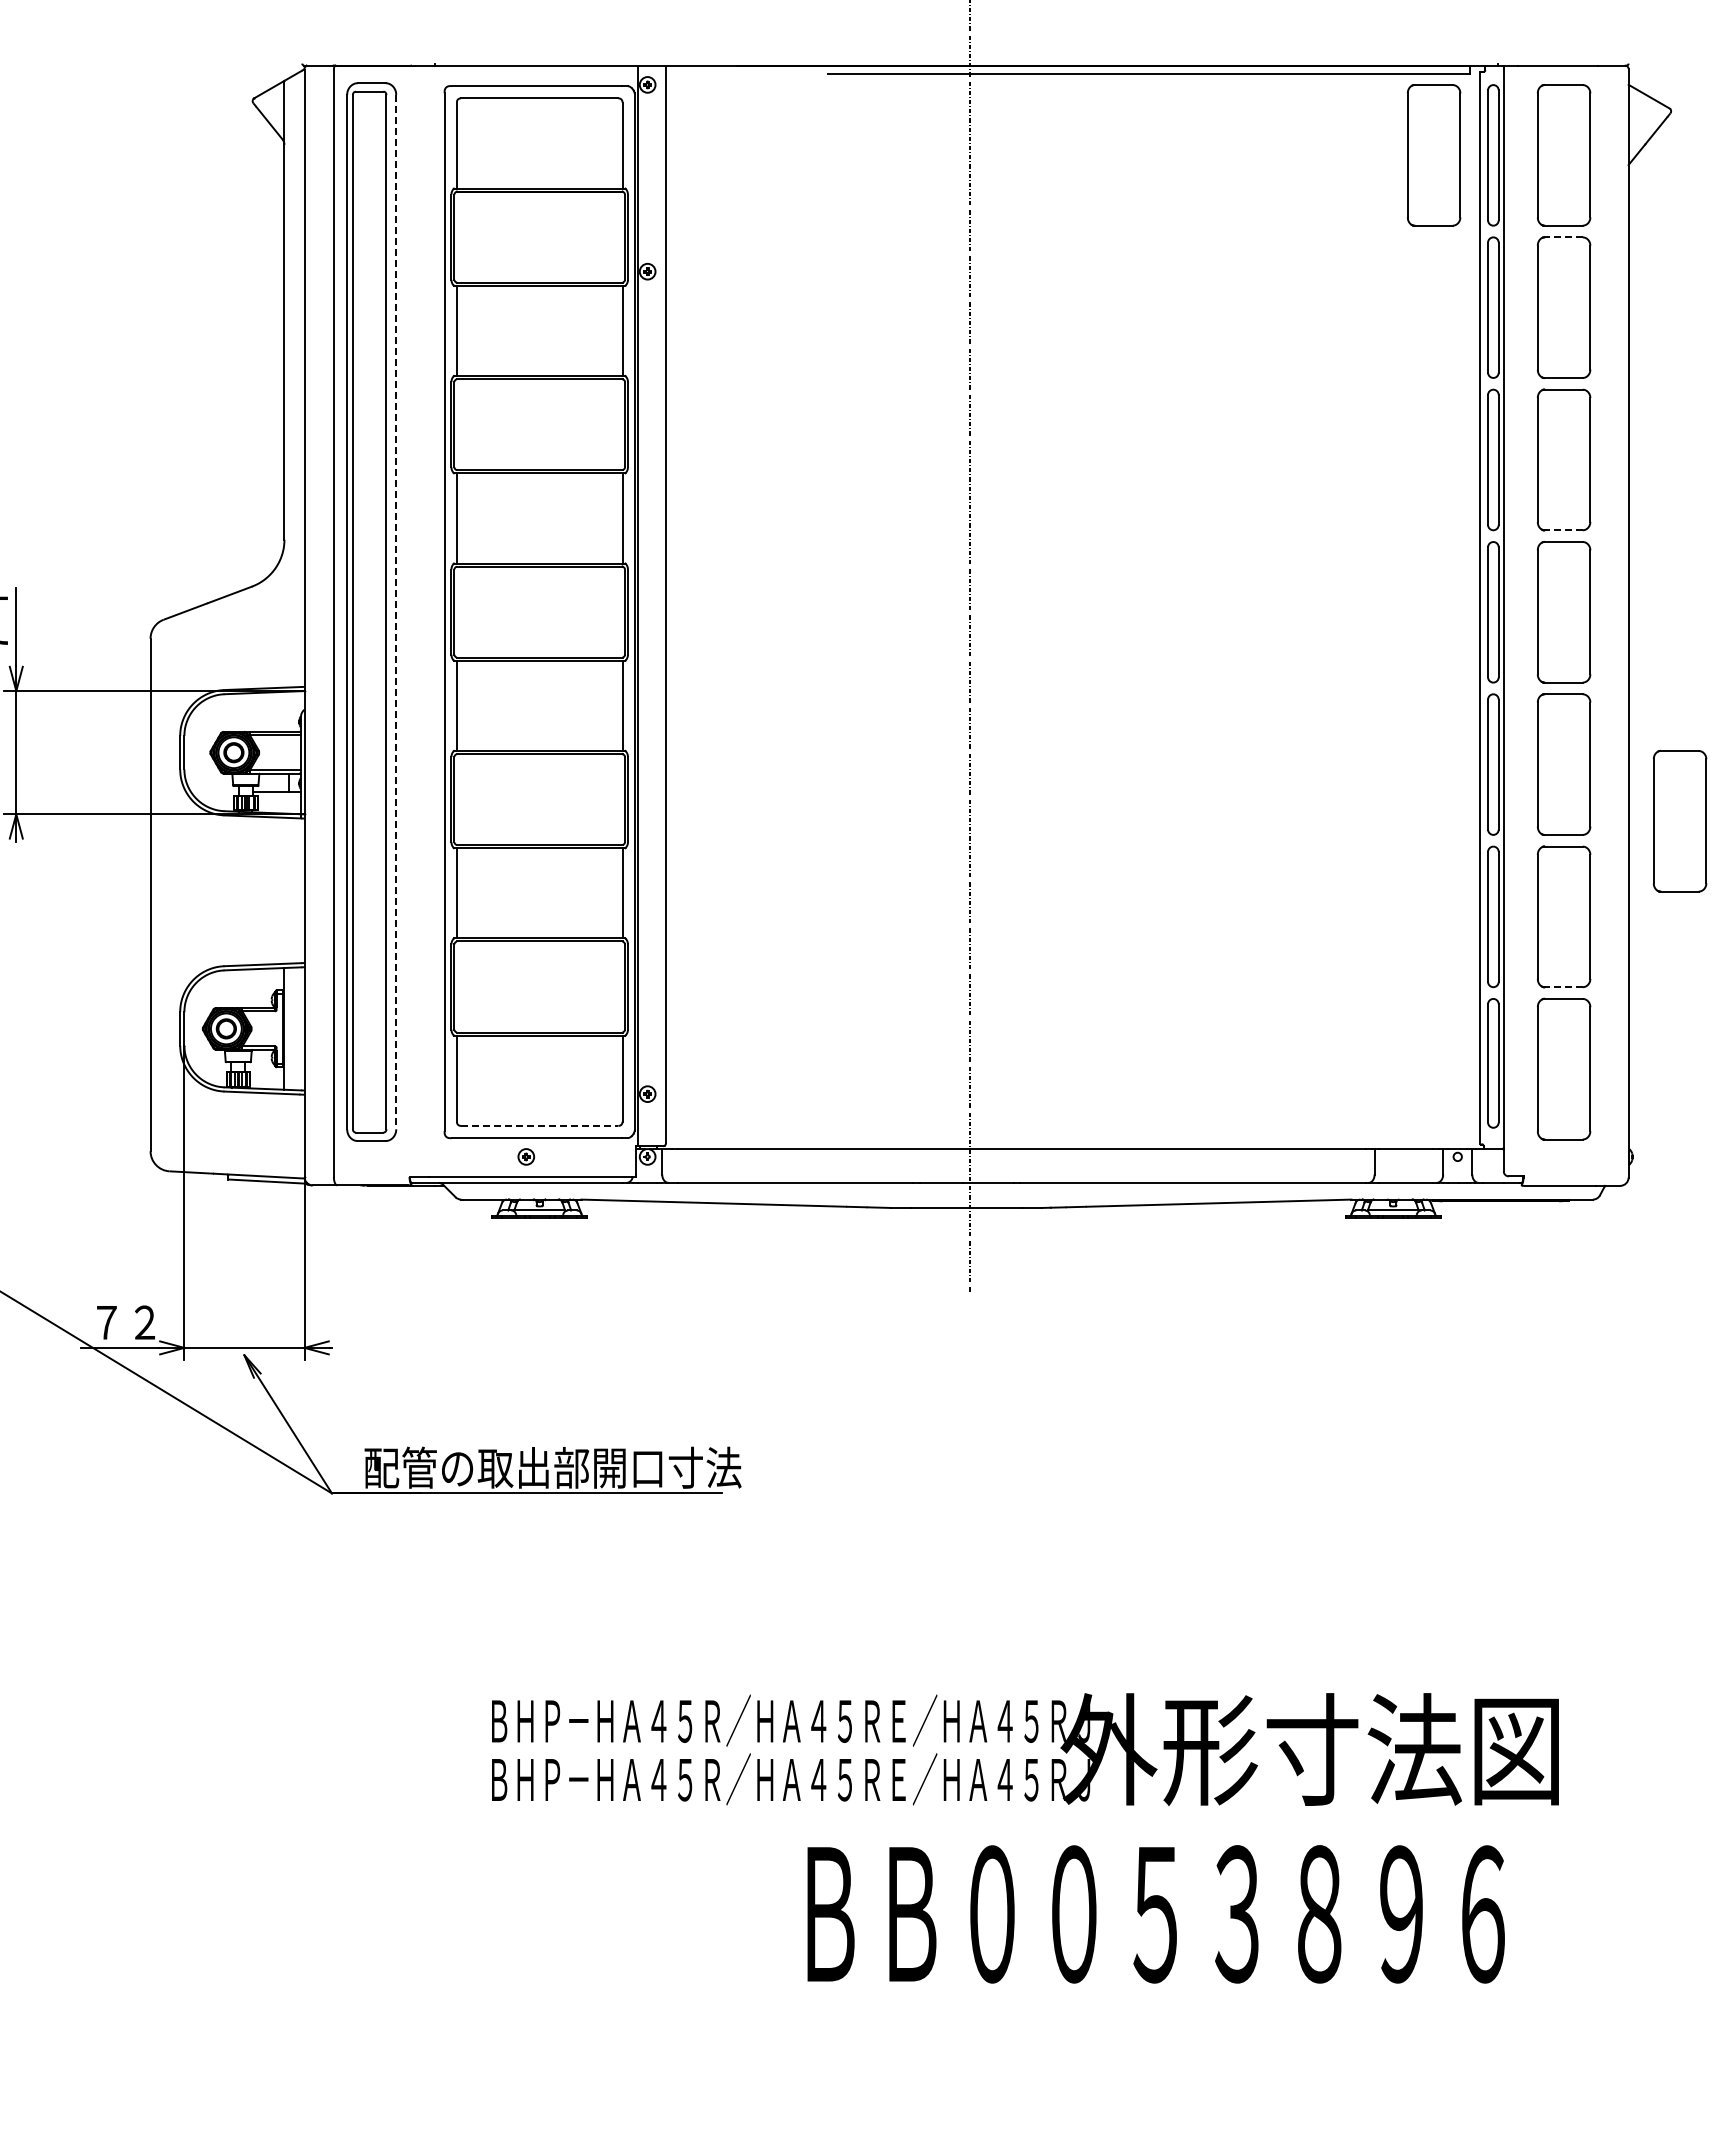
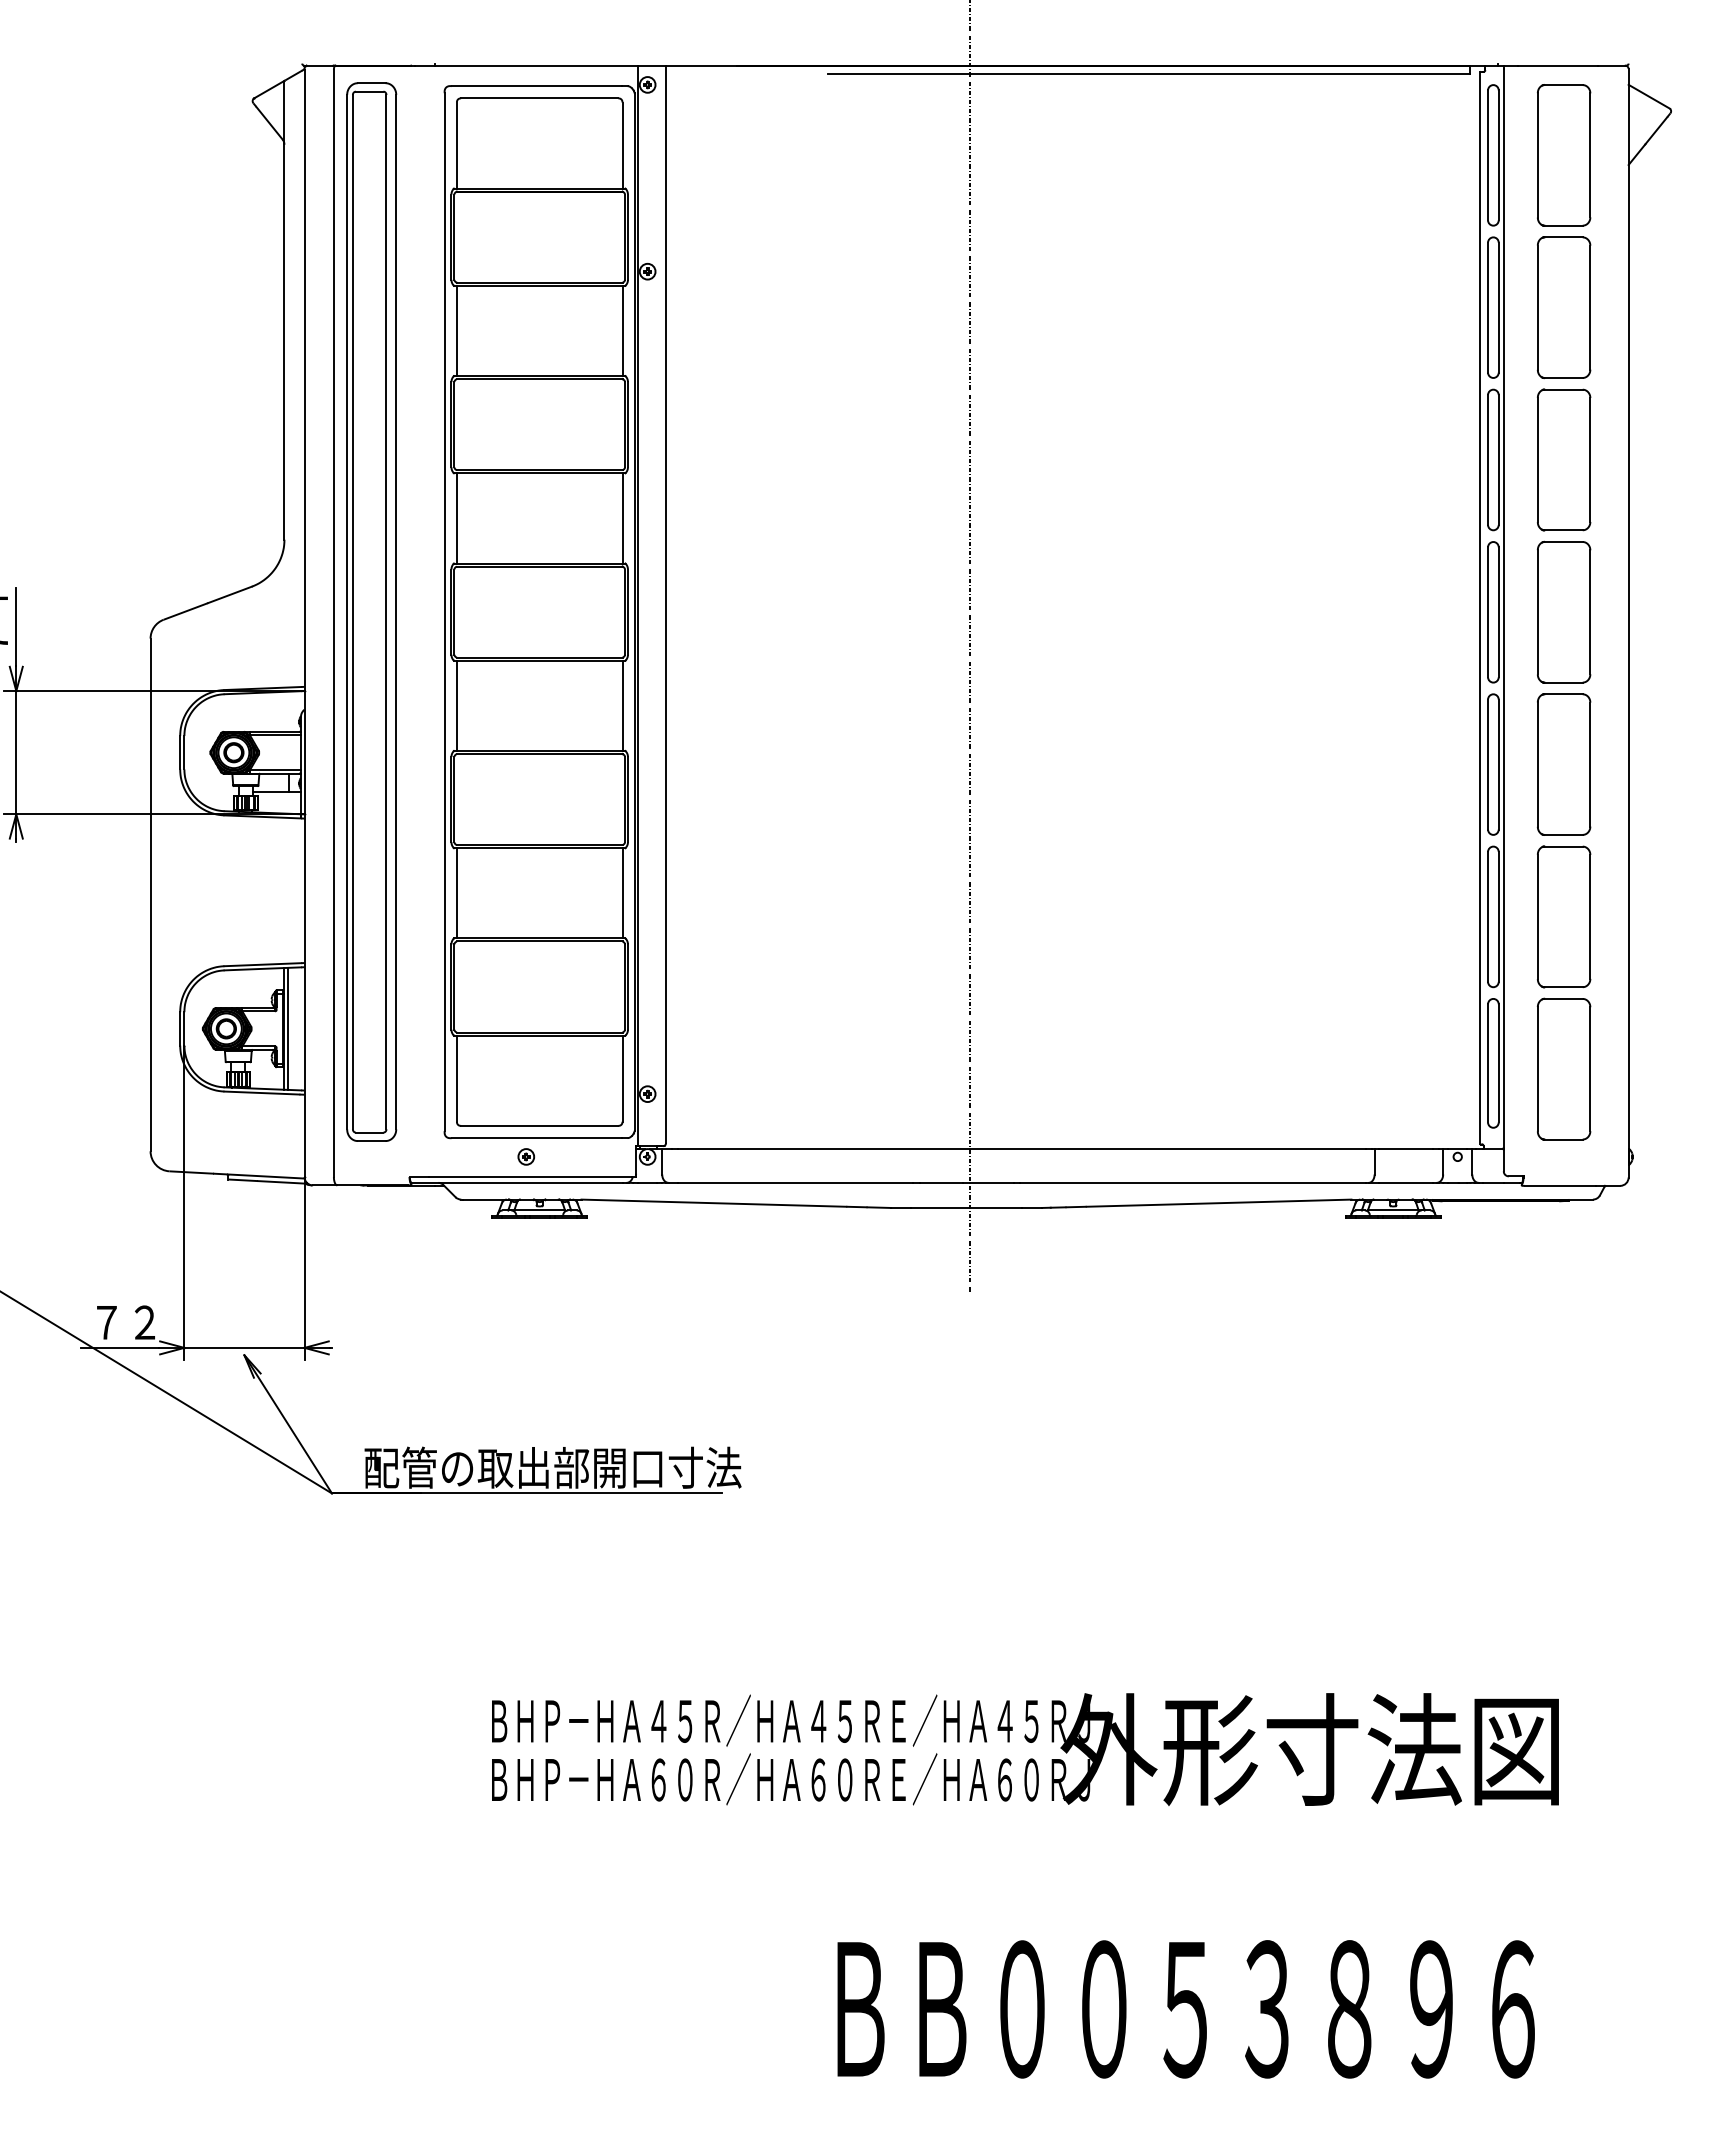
part at (1434, 155): present -> none
line at (1563, 237): dashed -> solid
line at (1563, 530): dashed -> solid
line at (396, 612): dashed -> solid
part at (1680, 820): present -> none
line at (1563, 987): dashed -> solid
line at (287, 1028): none -> present
line at (539, 1125): dashed -> solid
text at (844, 1779): ＢＨＰ－ＨＡ４５Ｒ／ＨＡ４５ＲＥ／ＨＡ４５ＲＪ -> ＢＨＰ－ＨＡ６０Ｒ／ＨＡ６０ＲＥ／ＨＡ６０ＲＪ
text at (1155, 1914) position: (1155, 1914) -> (1185, 2009)
